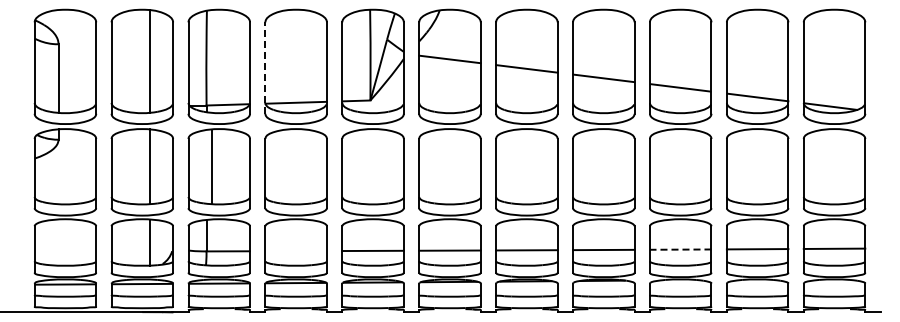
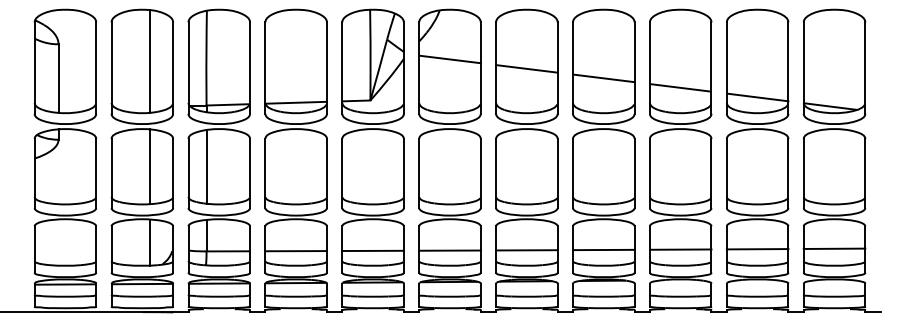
line at (265, 68): dashed -> solid
line at (211, 166) position: (211, 166) -> (206, 166)
line at (680, 249): dashed -> solid
line at (295, 251): none -> present
